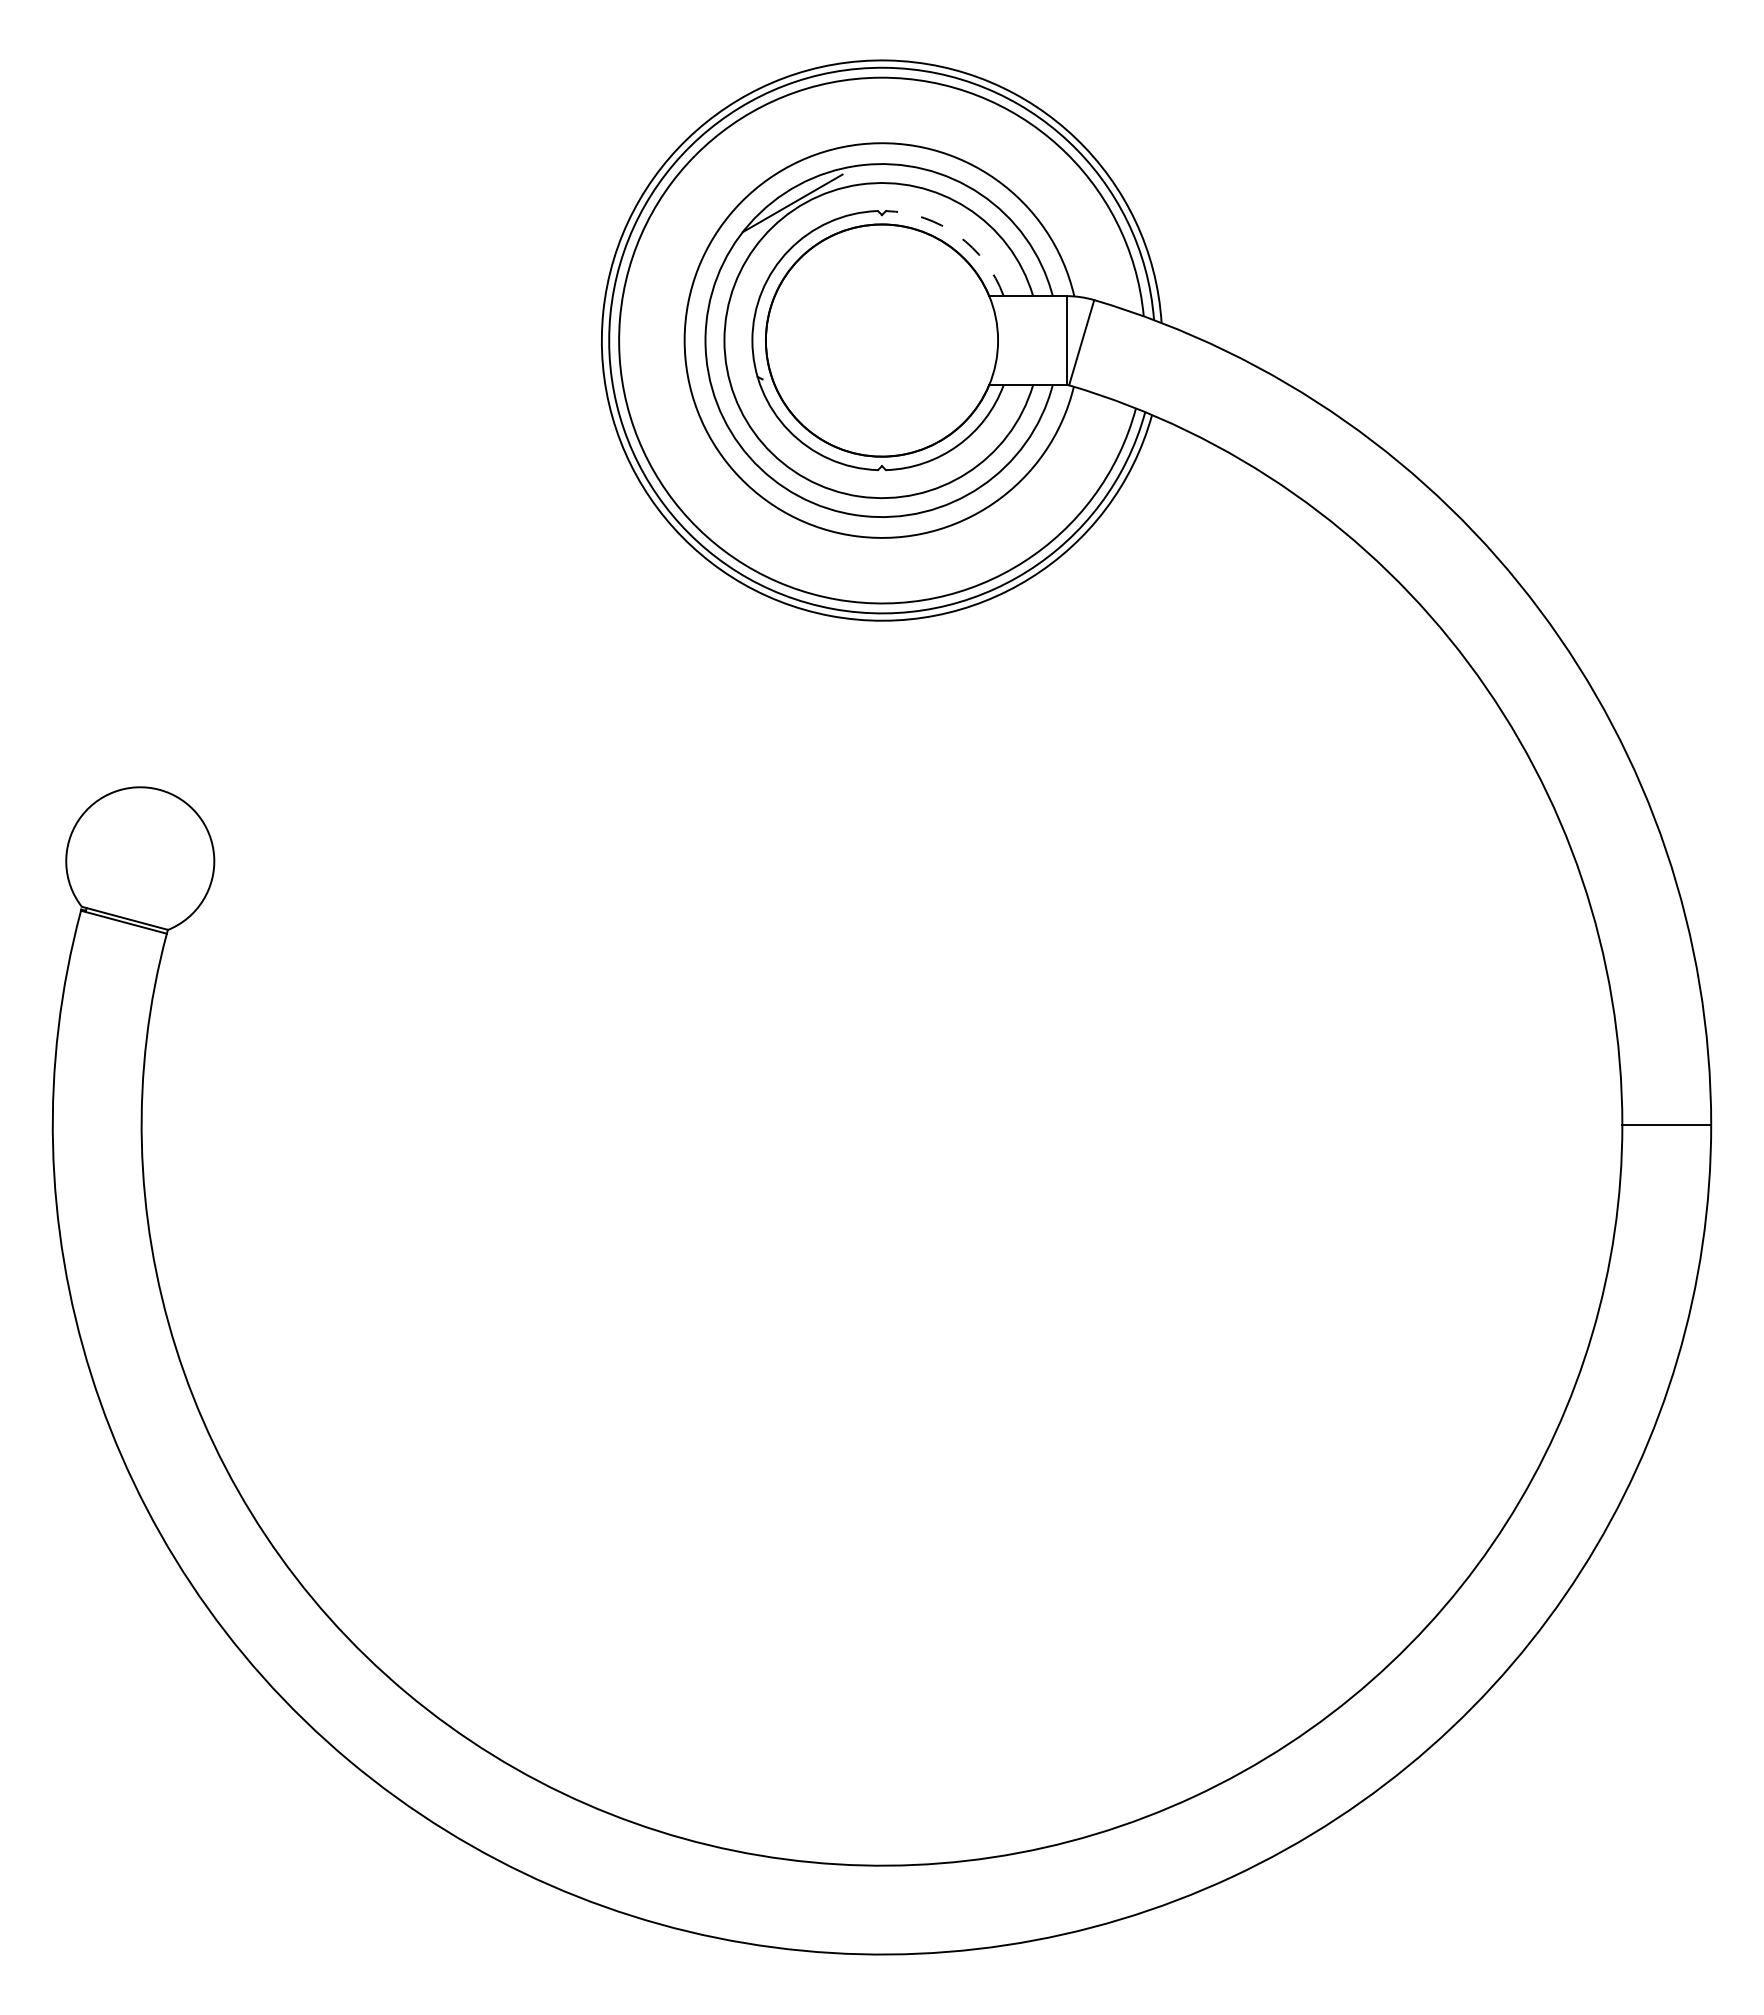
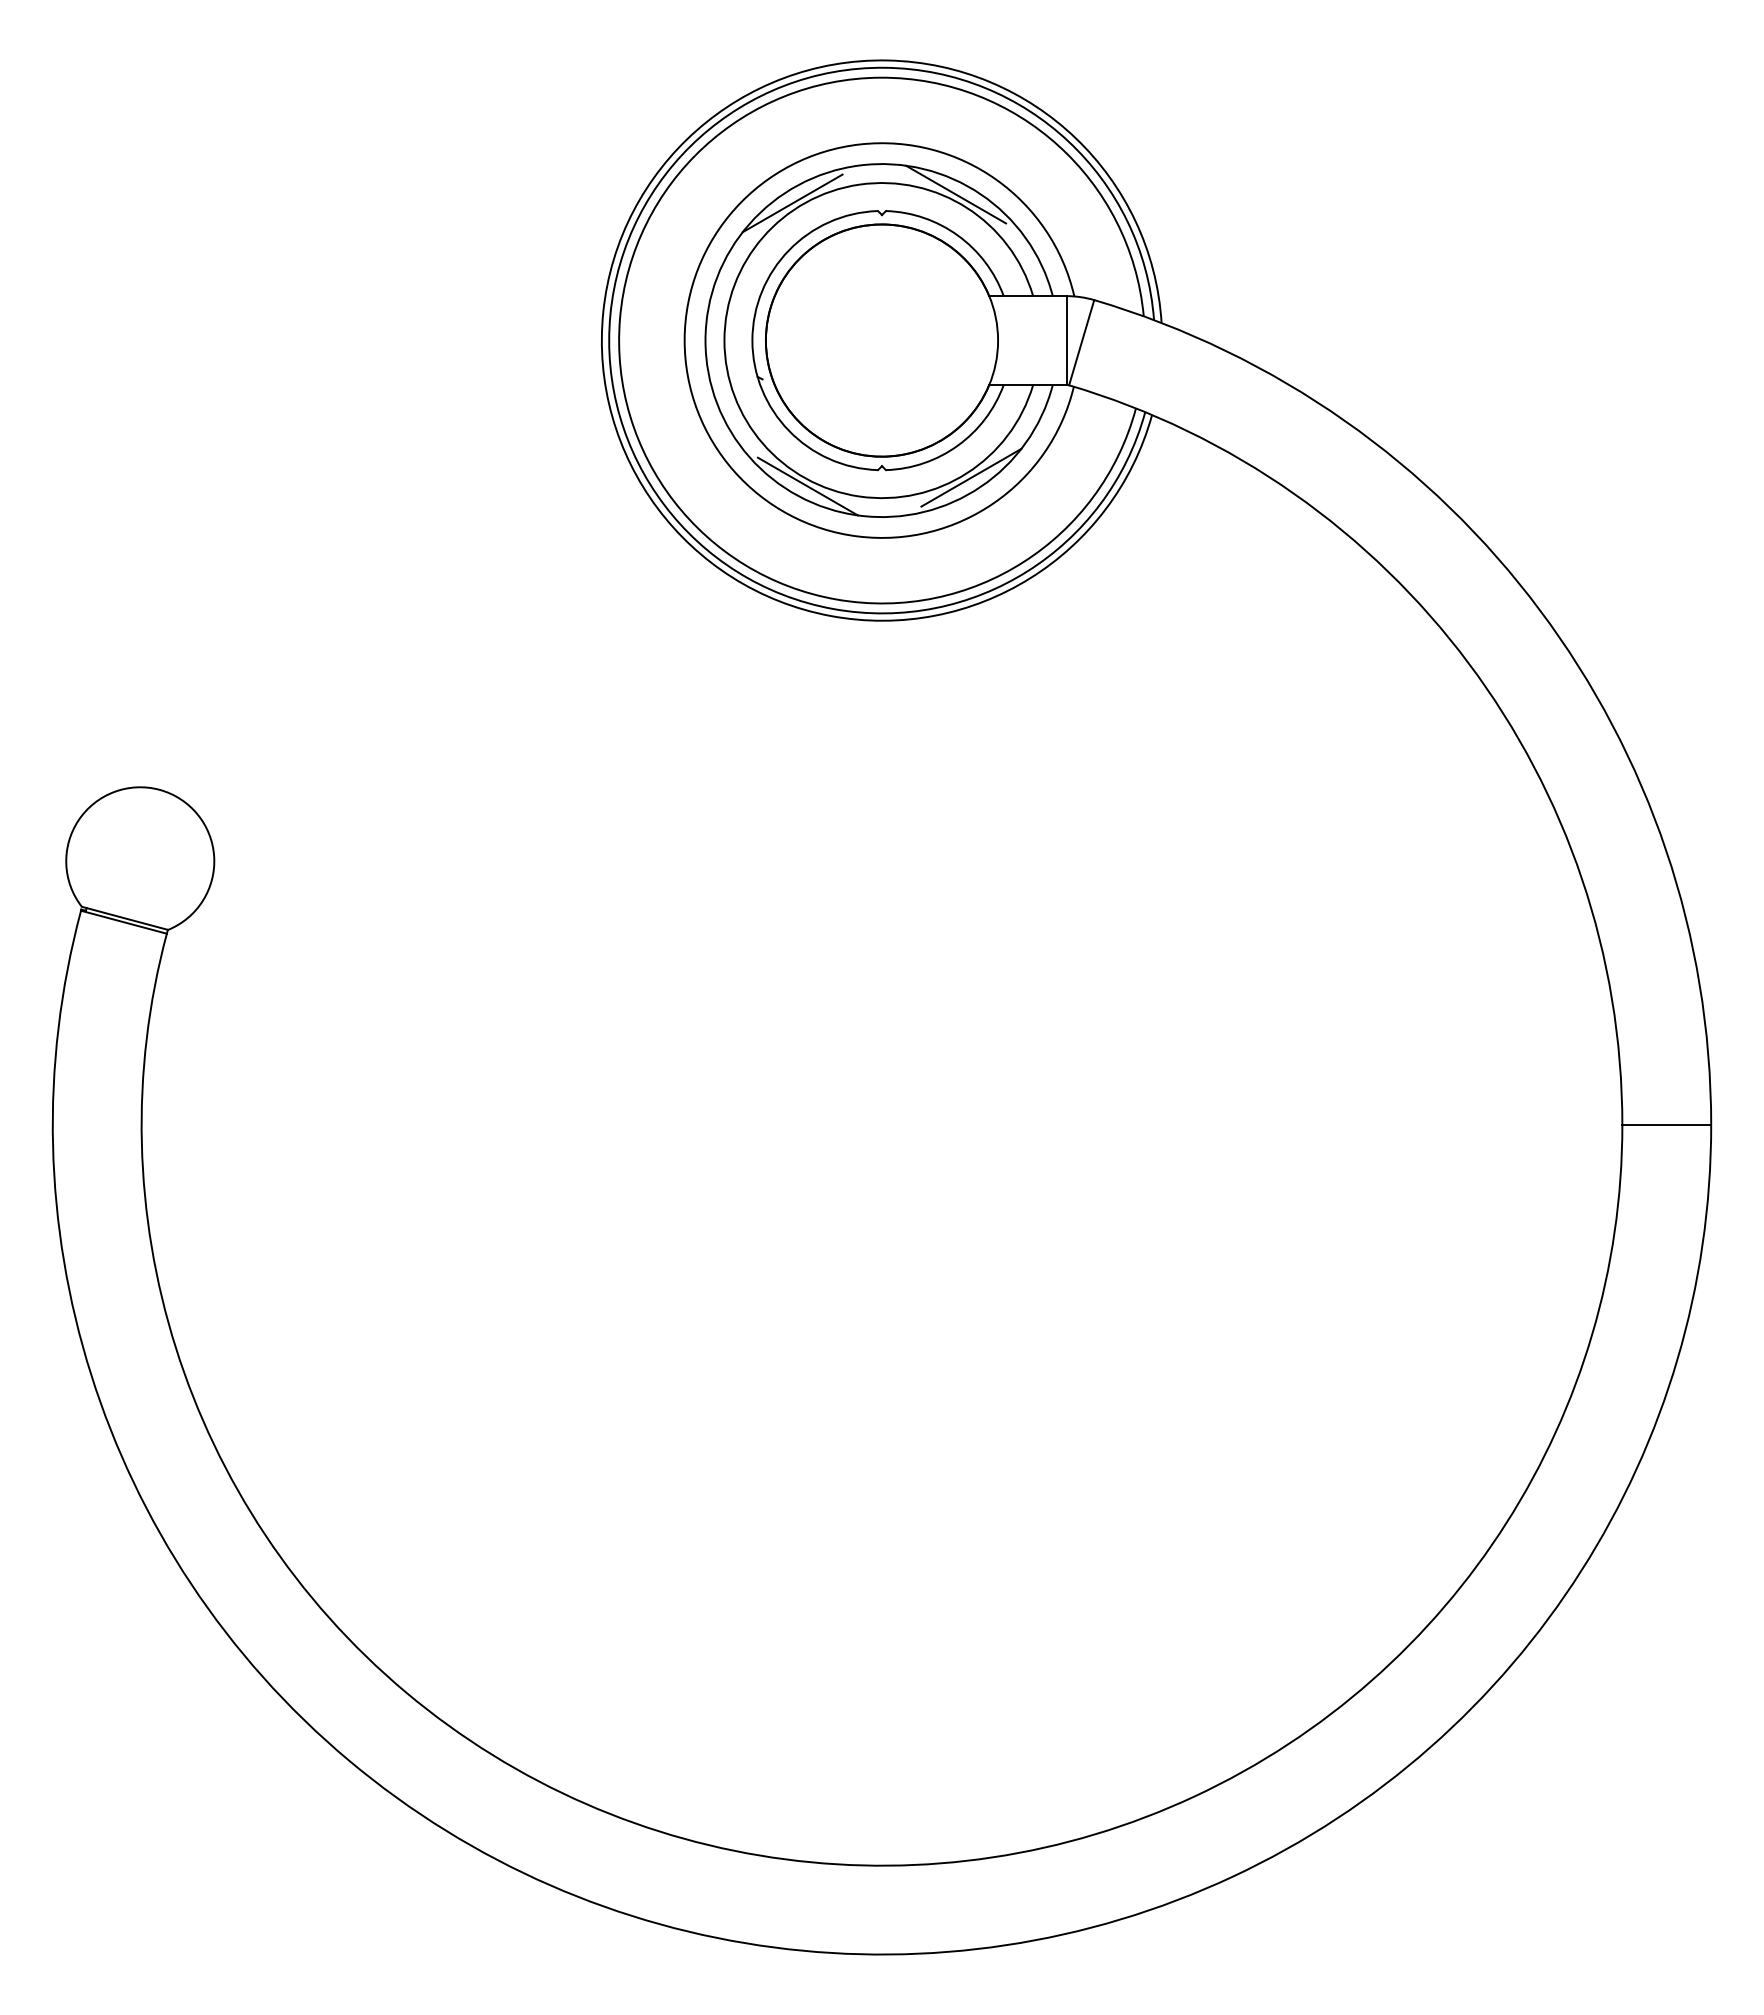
line at (956, 194): none -> present
arc at (957, 235): dashed -> solid
line at (971, 477): none -> present
line at (807, 486): none -> present
